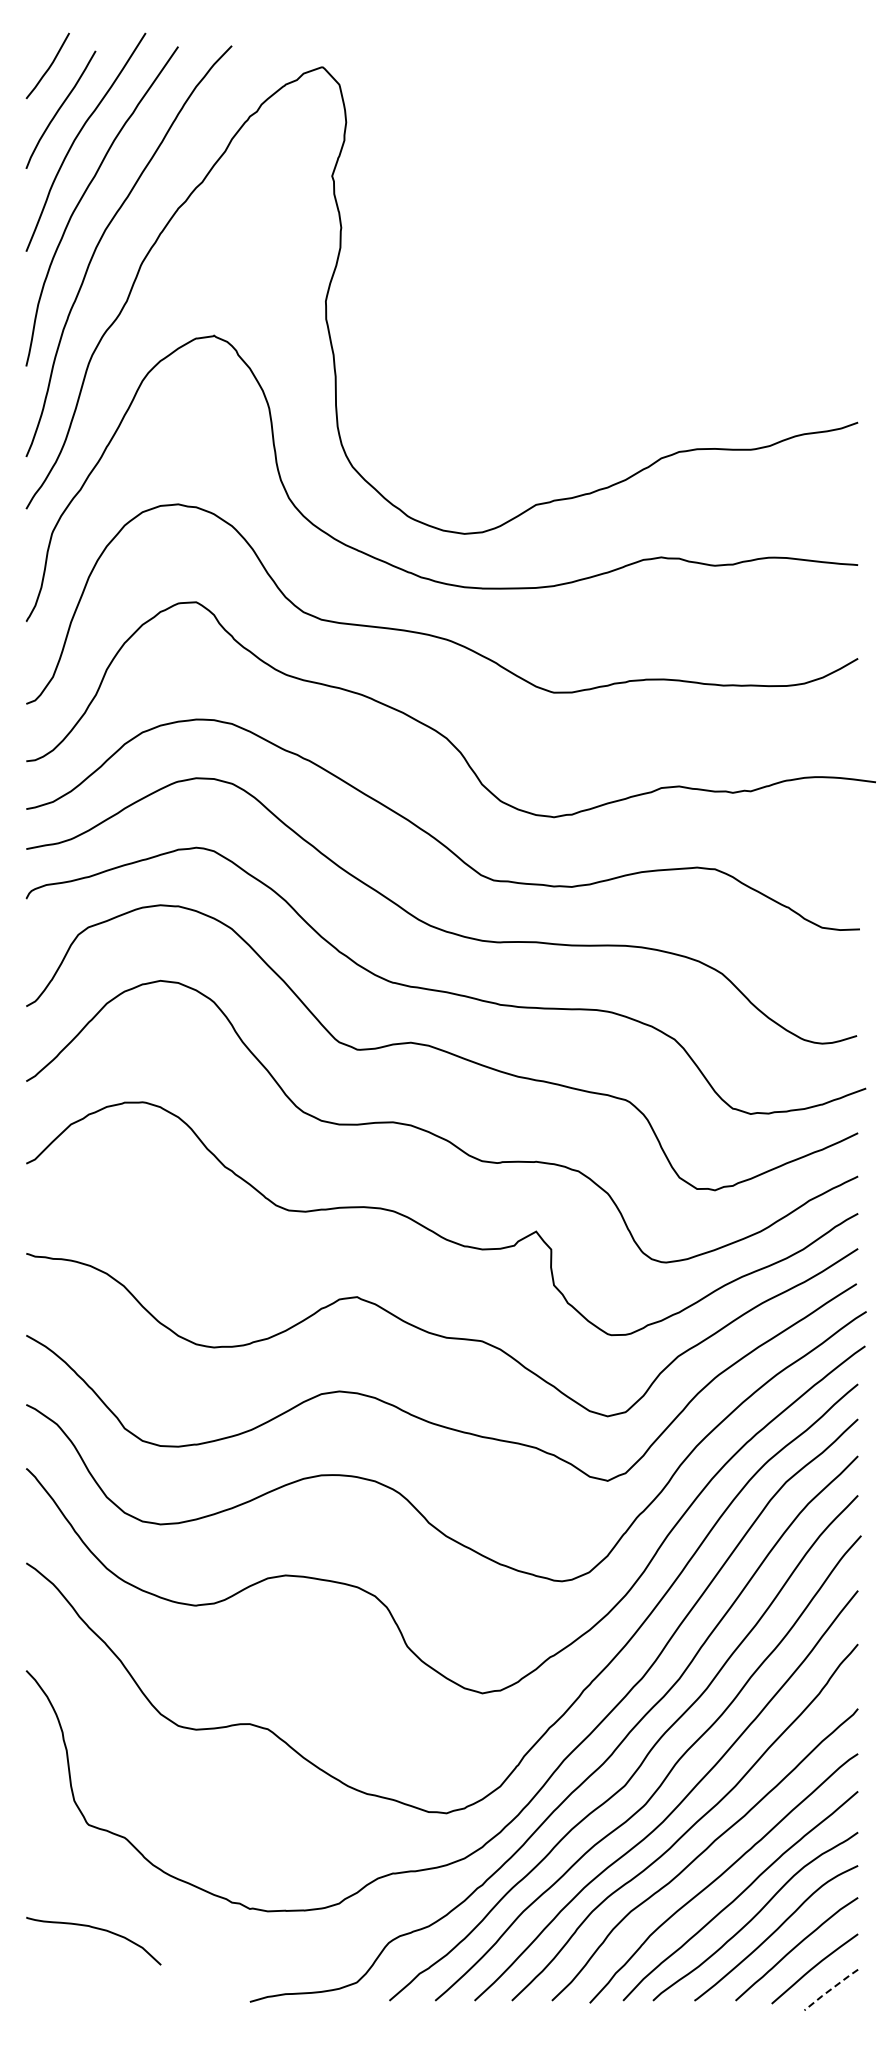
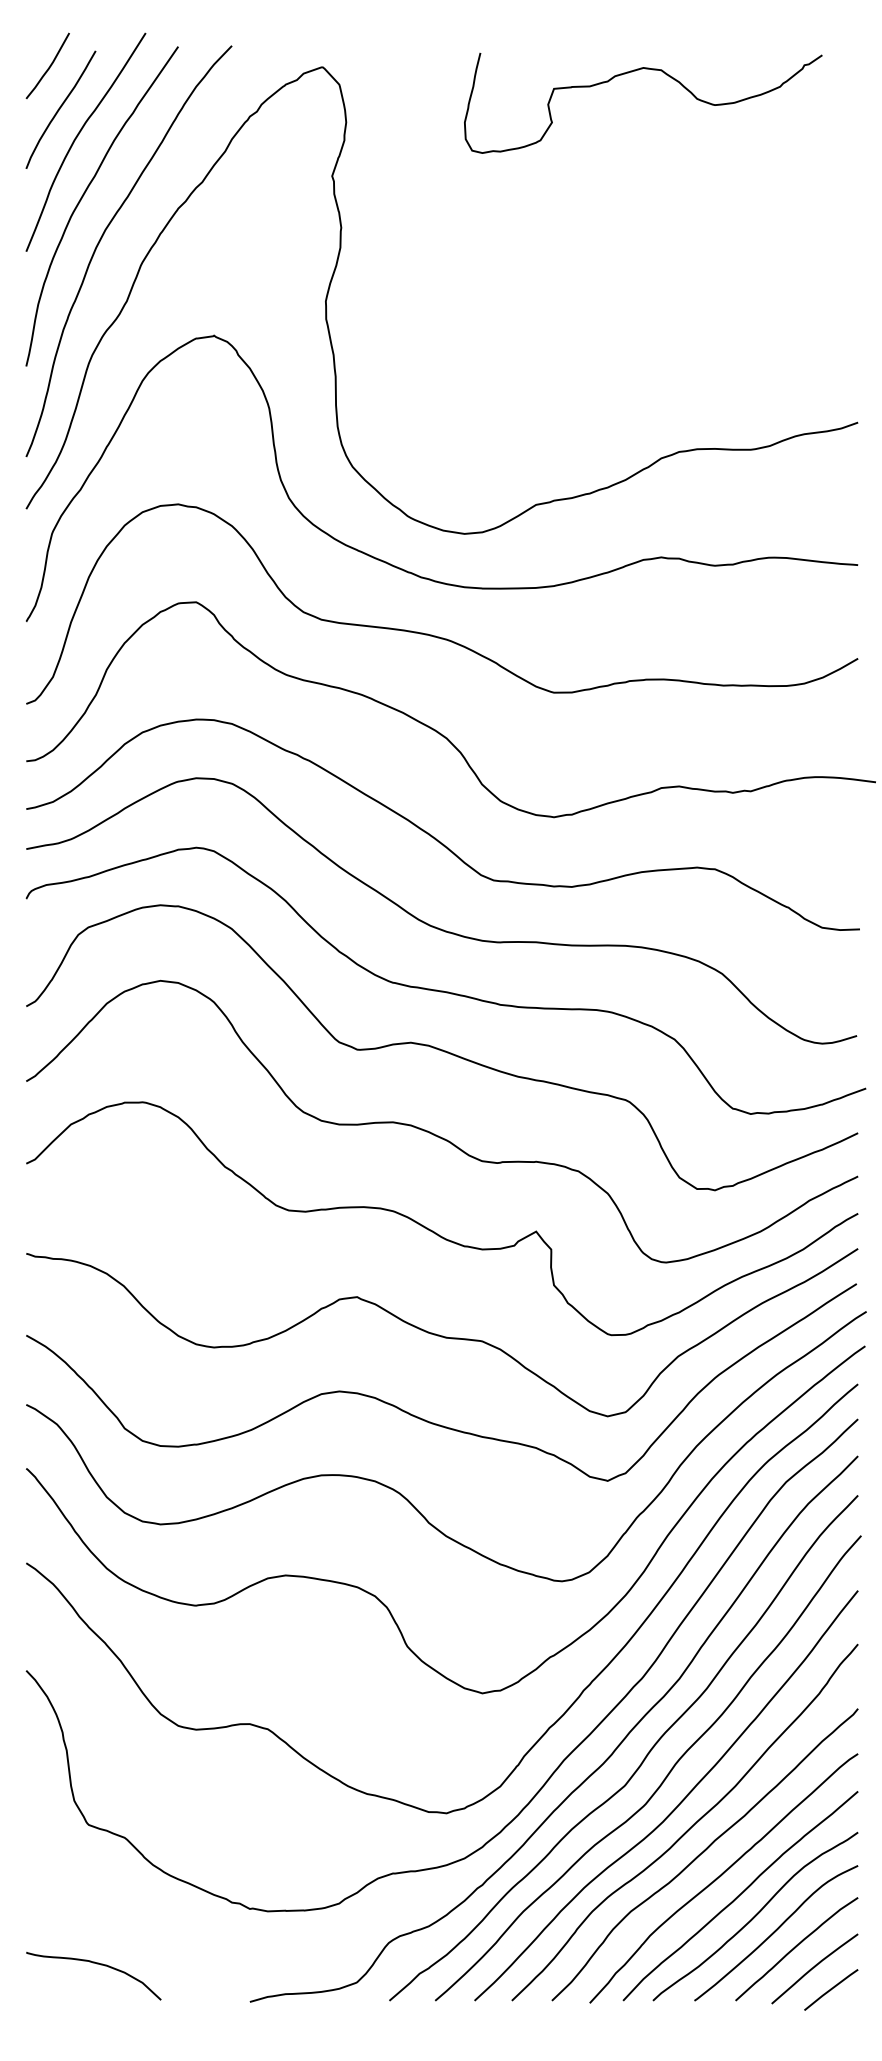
curve at (632, 72): none -> present
curve at (96, 1929) position: (96, 1929) -> (96, 1964)
line at (830, 1989): dashed -> solid
